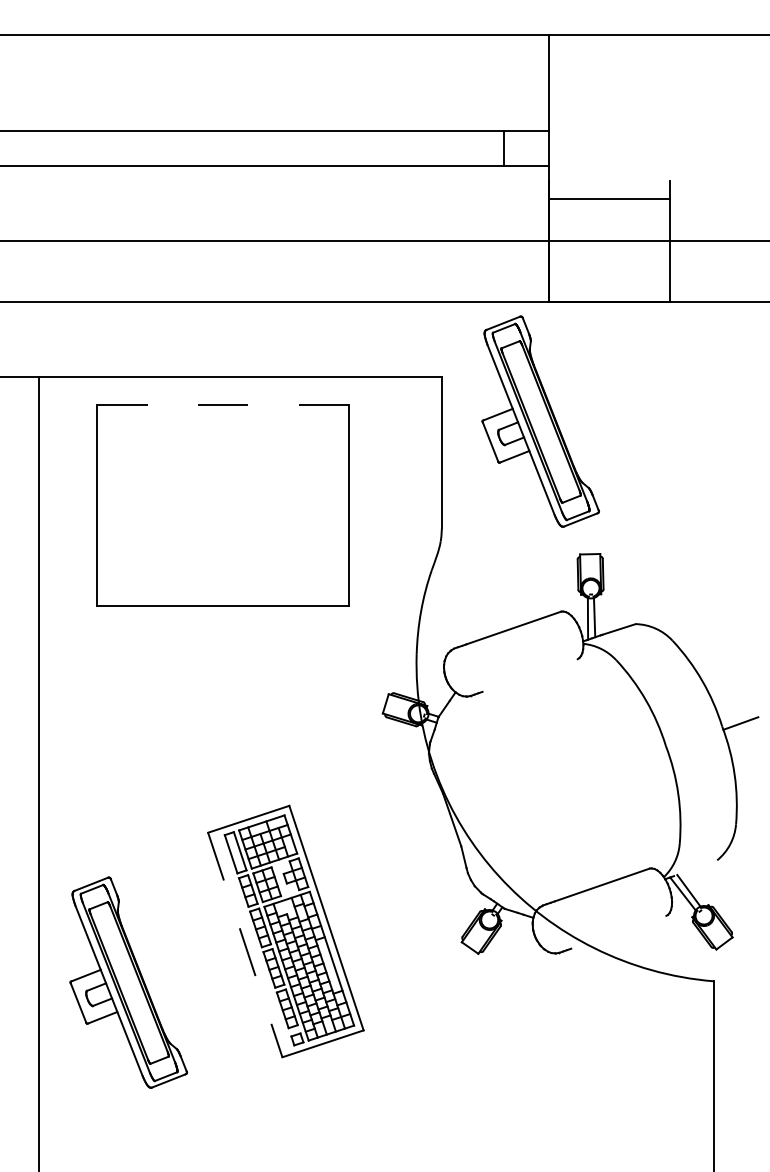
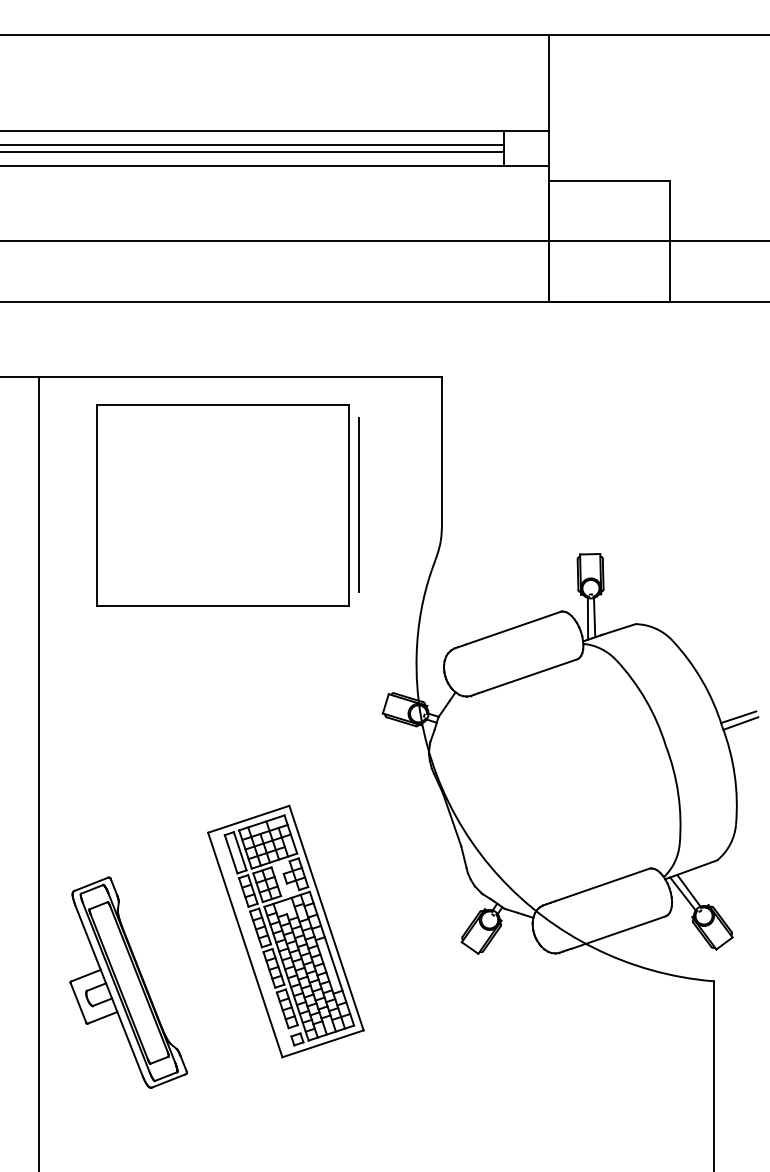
line at (252, 145): none -> present
line at (252, 151): none -> present
line at (609, 199) position: (609, 199) -> (609, 181)
line at (223, 404): dashed -> solid
part at (540, 421): present -> none
line at (358, 504): none -> present
line at (529, 675): none -> present
line at (738, 717): none -> present
line at (695, 868): none -> present
line at (618, 932): none -> present
line at (245, 945): dashed -> solid
